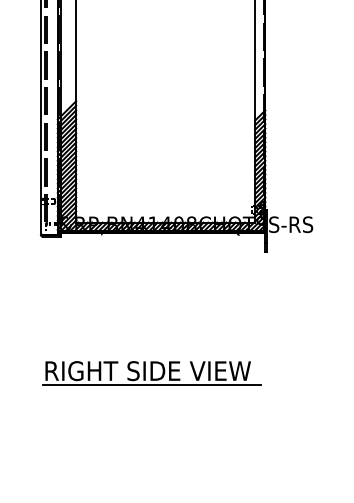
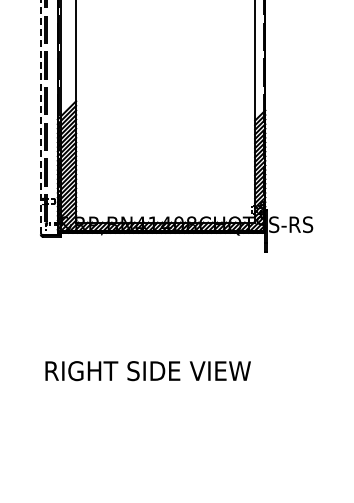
line at (40, 117): solid -> dashed
line at (152, 385): present -> none
